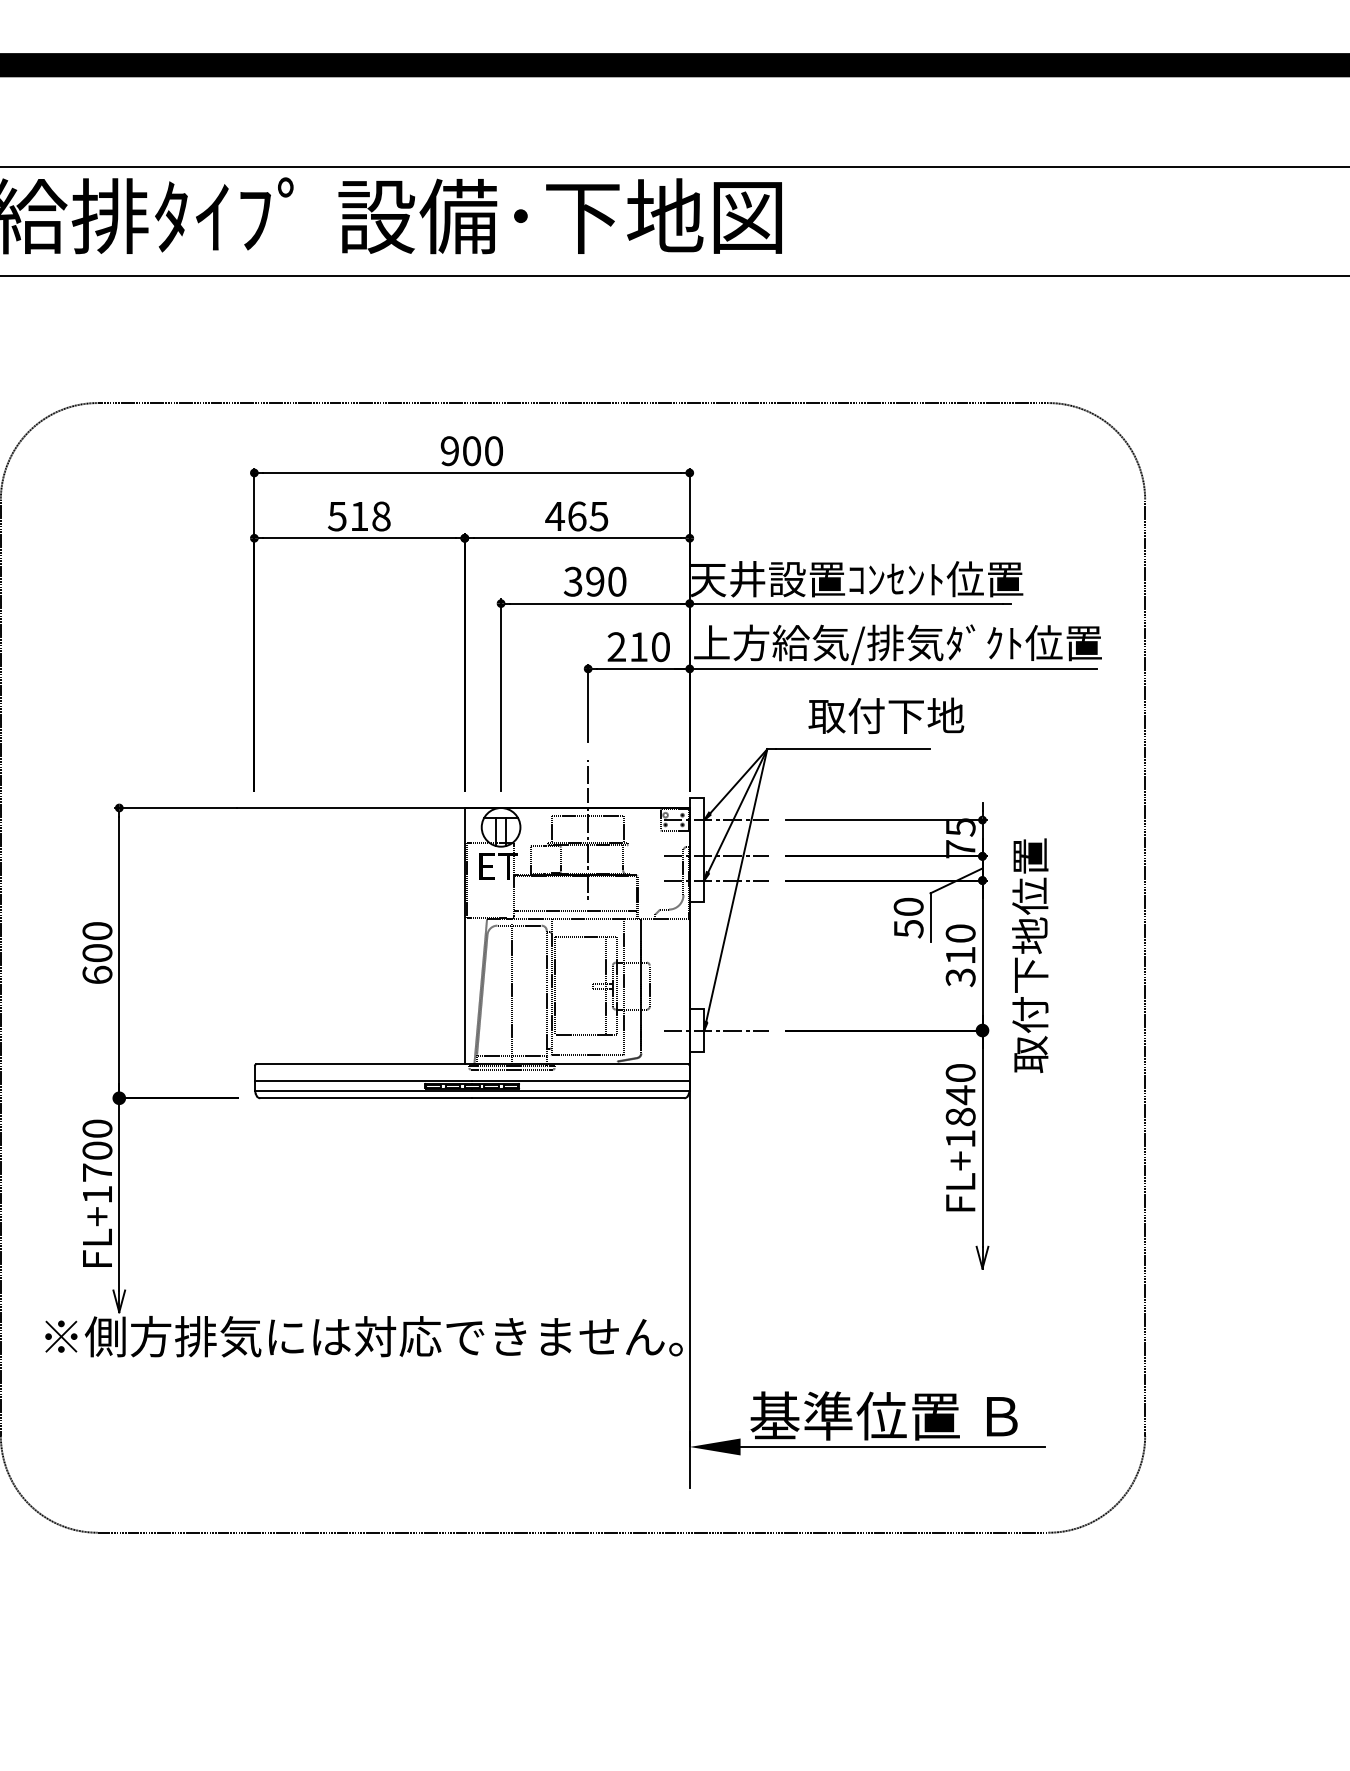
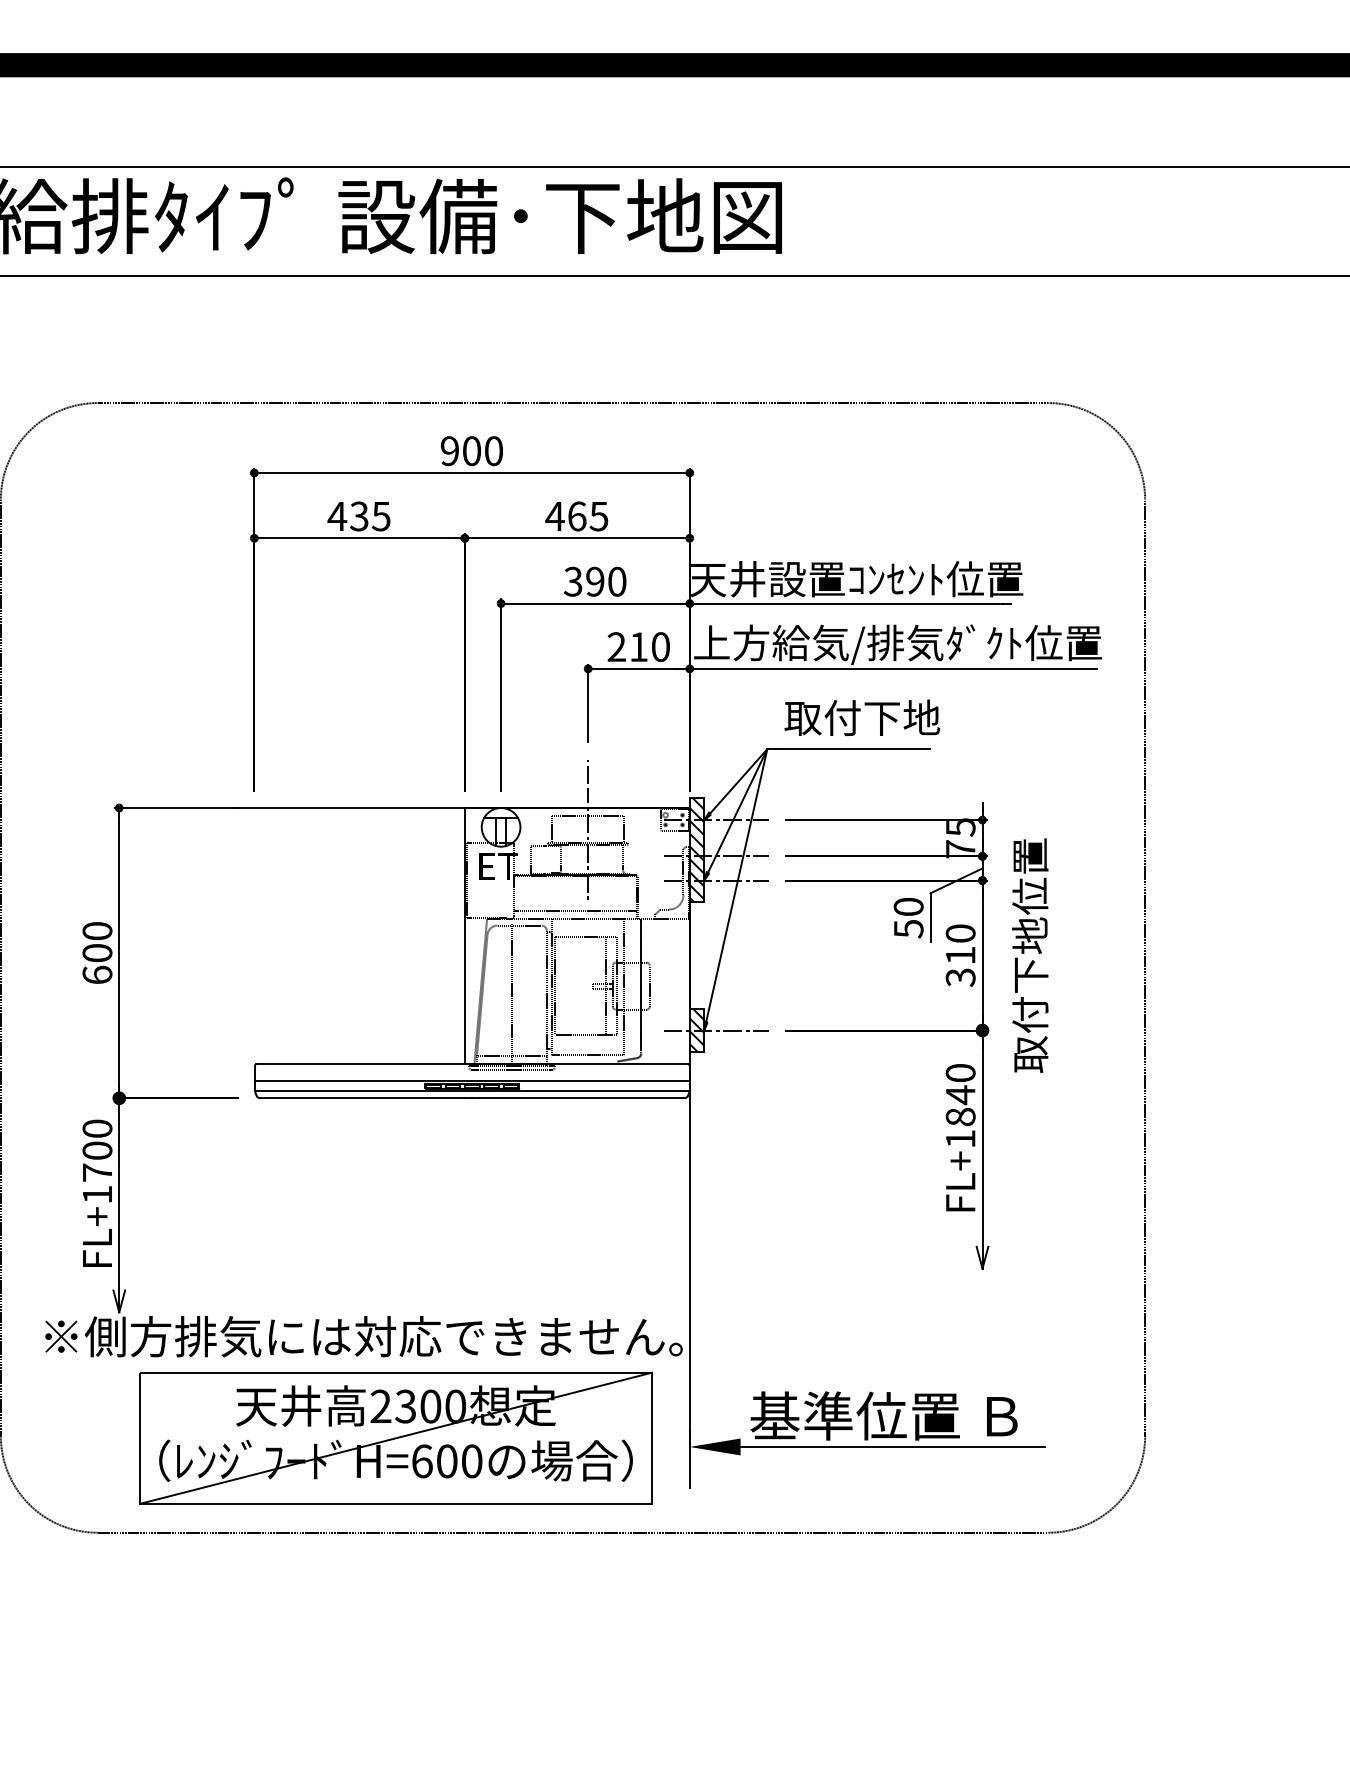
text at (358, 516): 518 -> 435
text at (886, 715) position: (886, 715) -> (862, 717)
hatch at (696, 850): none -> present
hatch at (696, 1030): none -> present
part at (395, 1437): none -> present
